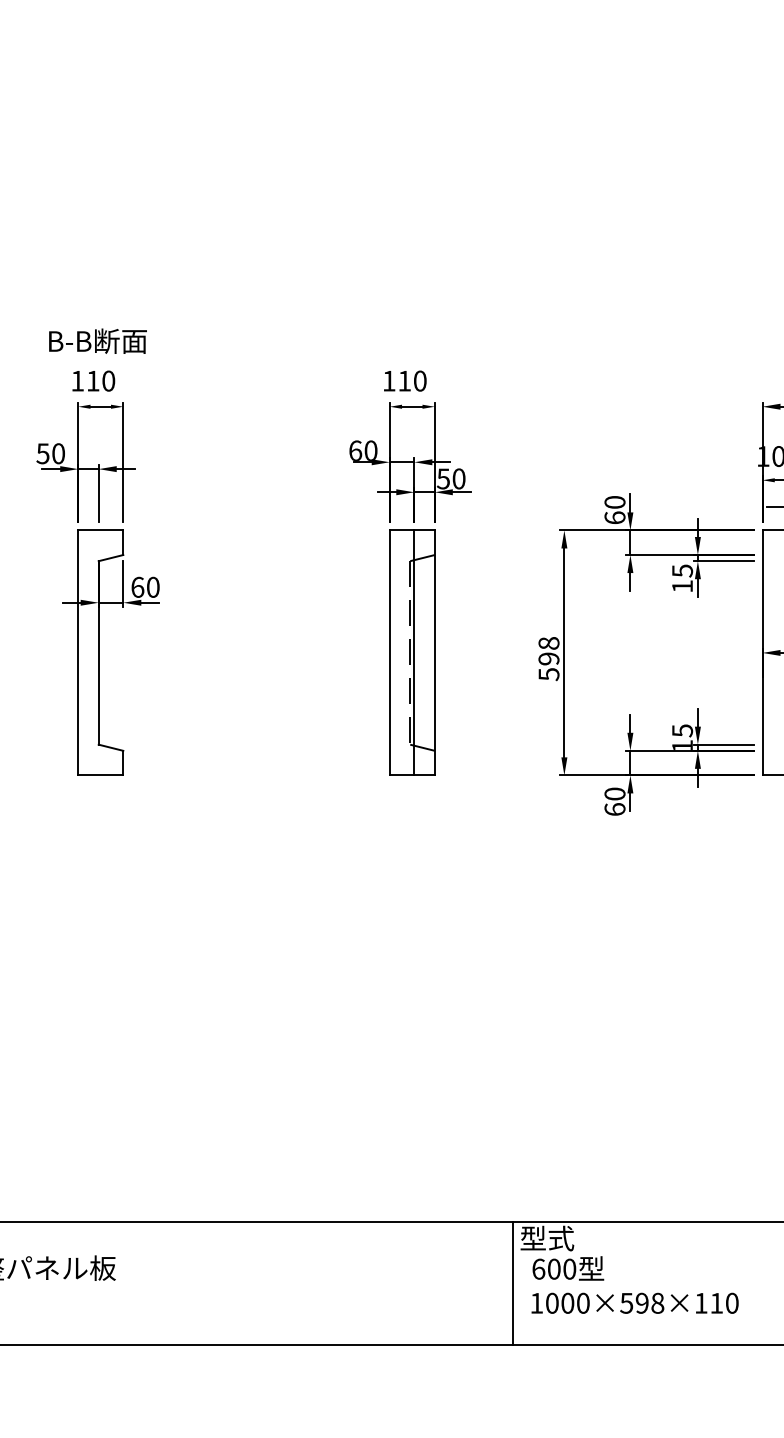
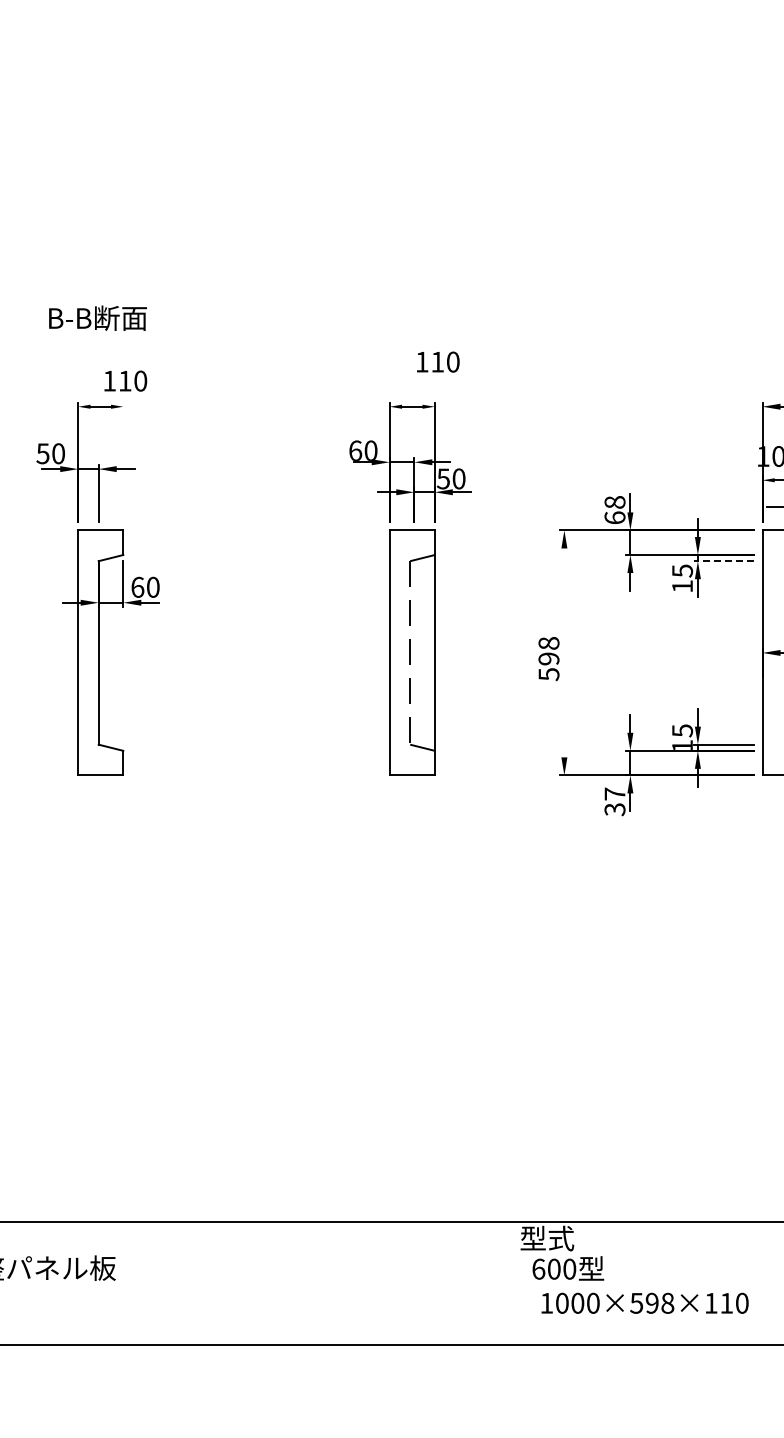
text at (97, 340) position: (97, 340) -> (97, 317)
text at (93, 380) position: (93, 380) -> (125, 380)
text at (405, 380) position: (405, 380) -> (438, 361)
line at (123, 462): present -> none
text at (615, 502): 60 -> 68
line at (723, 561): solid -> dashed
line at (414, 652): present -> none
line at (564, 652): present -> none
text at (614, 801): 60 -> 37
line at (512, 1283): present -> none
text at (634, 1302) position: (634, 1302) -> (644, 1302)
